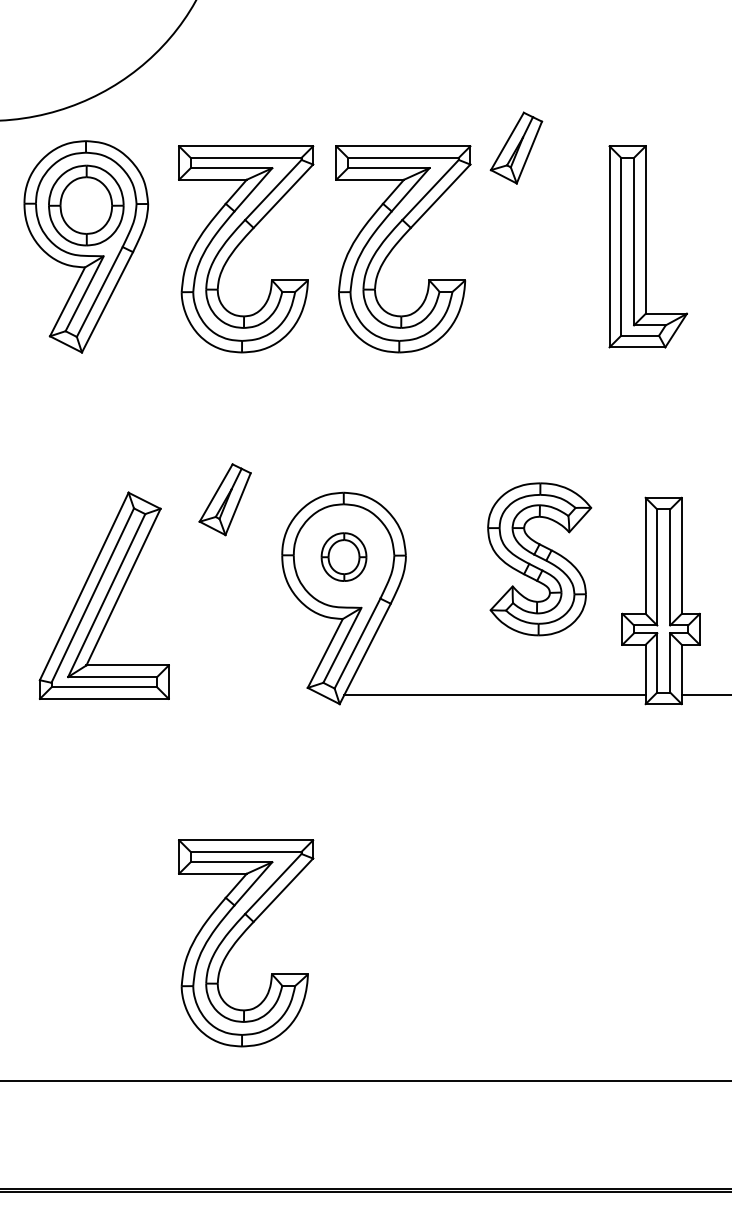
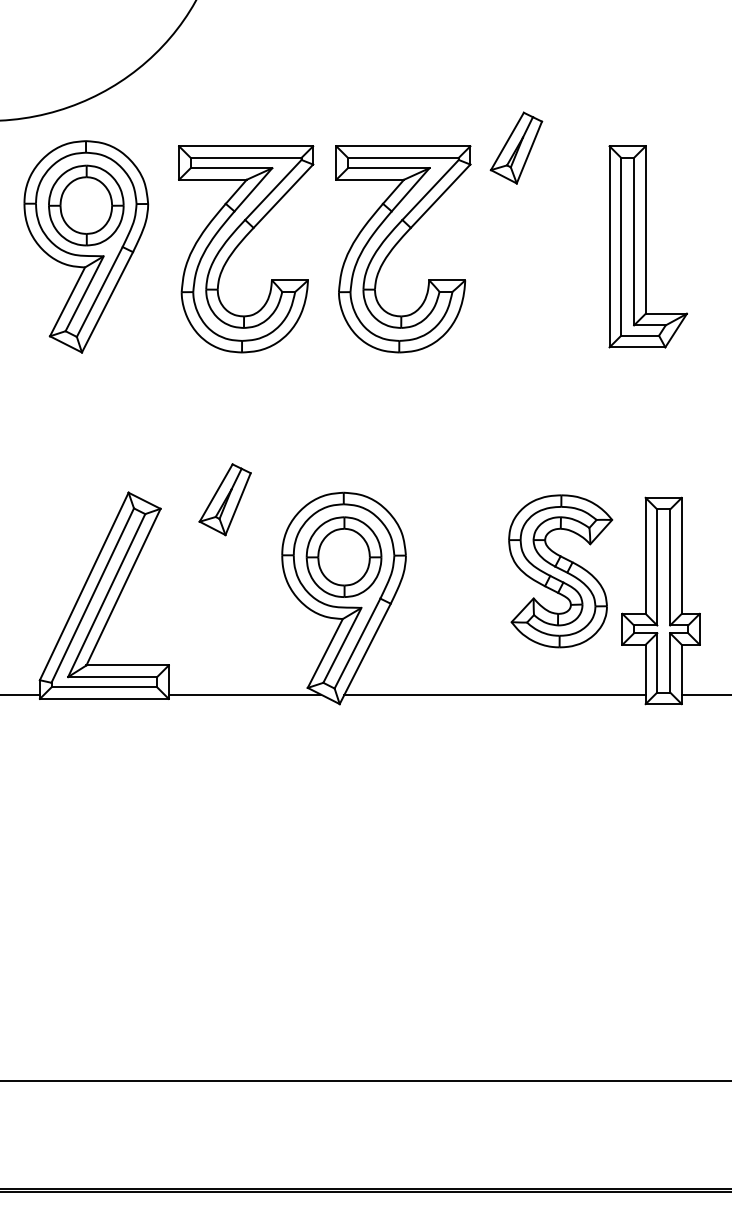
part at (343, 556) size: 48x50 px -> 78x82 px
part at (539, 559) position: (539, 559) -> (560, 571)
line at (20, 694): none -> present
line at (244, 694): none -> present
part at (240, 938): present -> none
